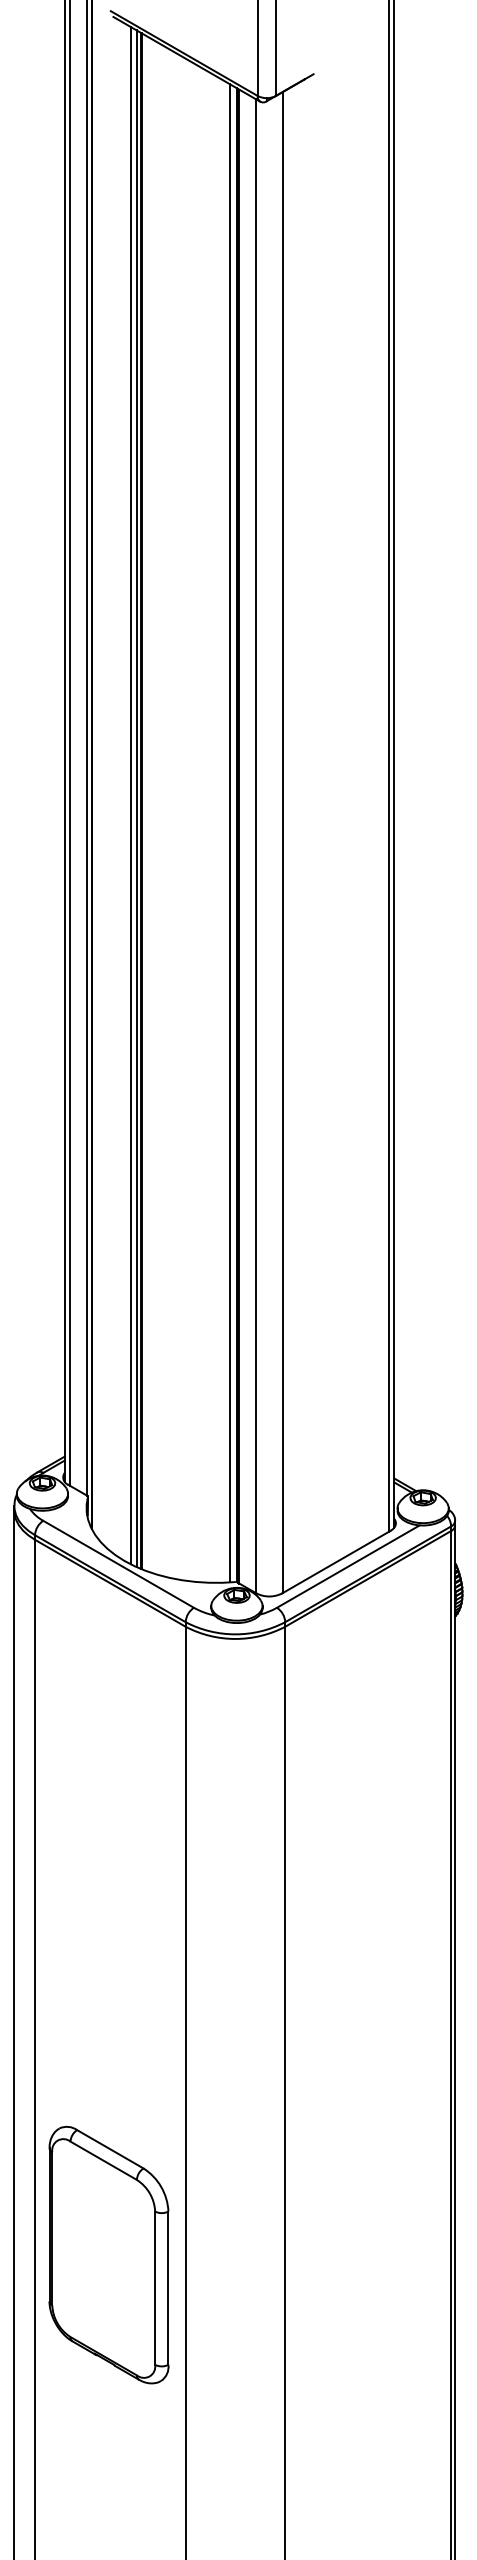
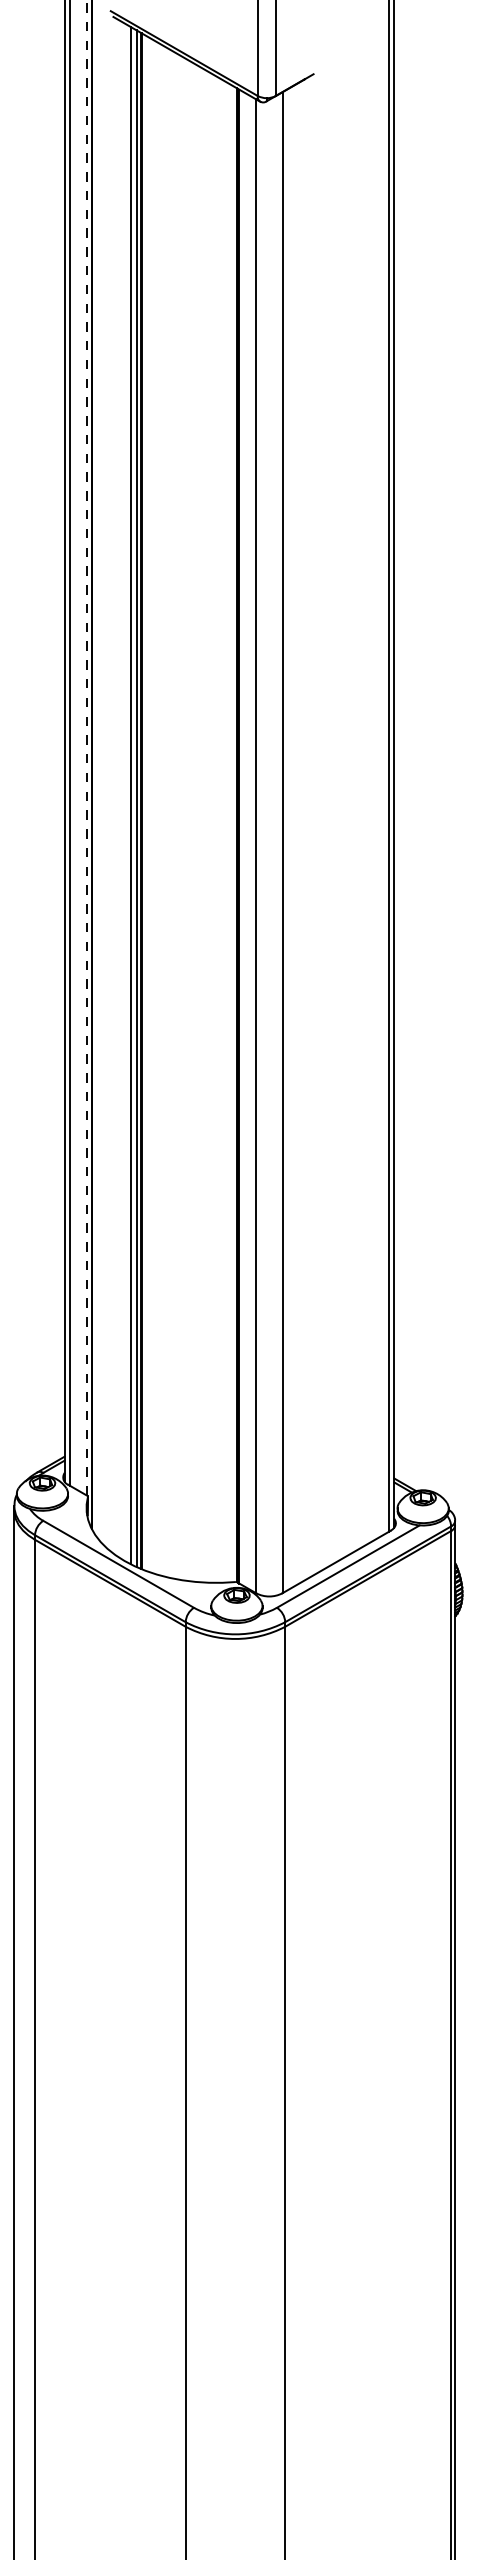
line at (86, 747): solid -> dashed
line at (230, 833): present -> none
part at (108, 2254): present -> none
